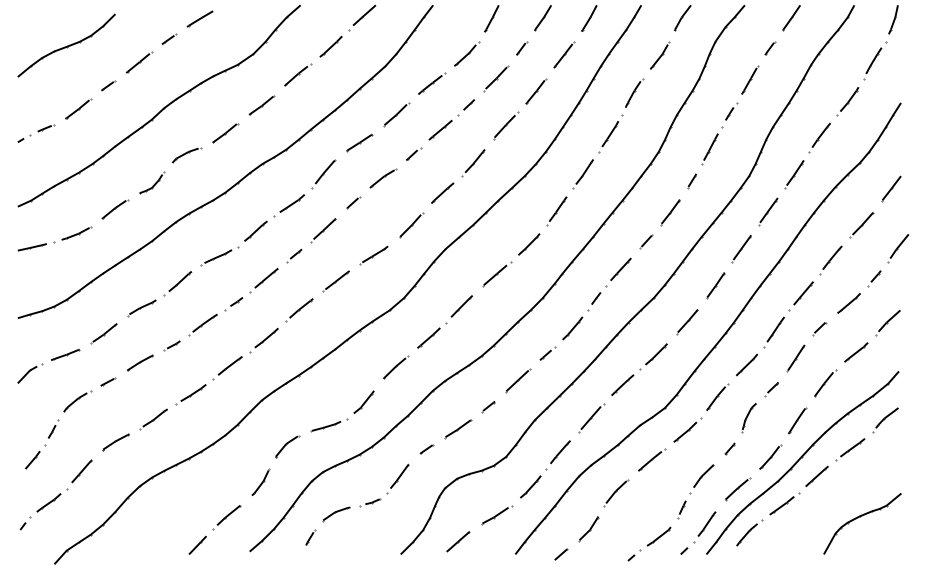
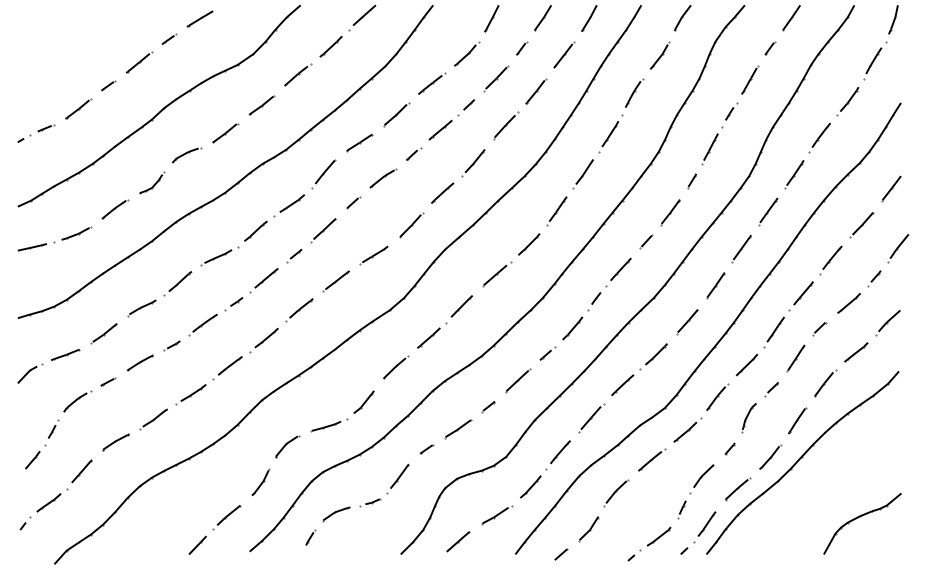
part at (66, 45): present -> none
part at (817, 476): present -> none
